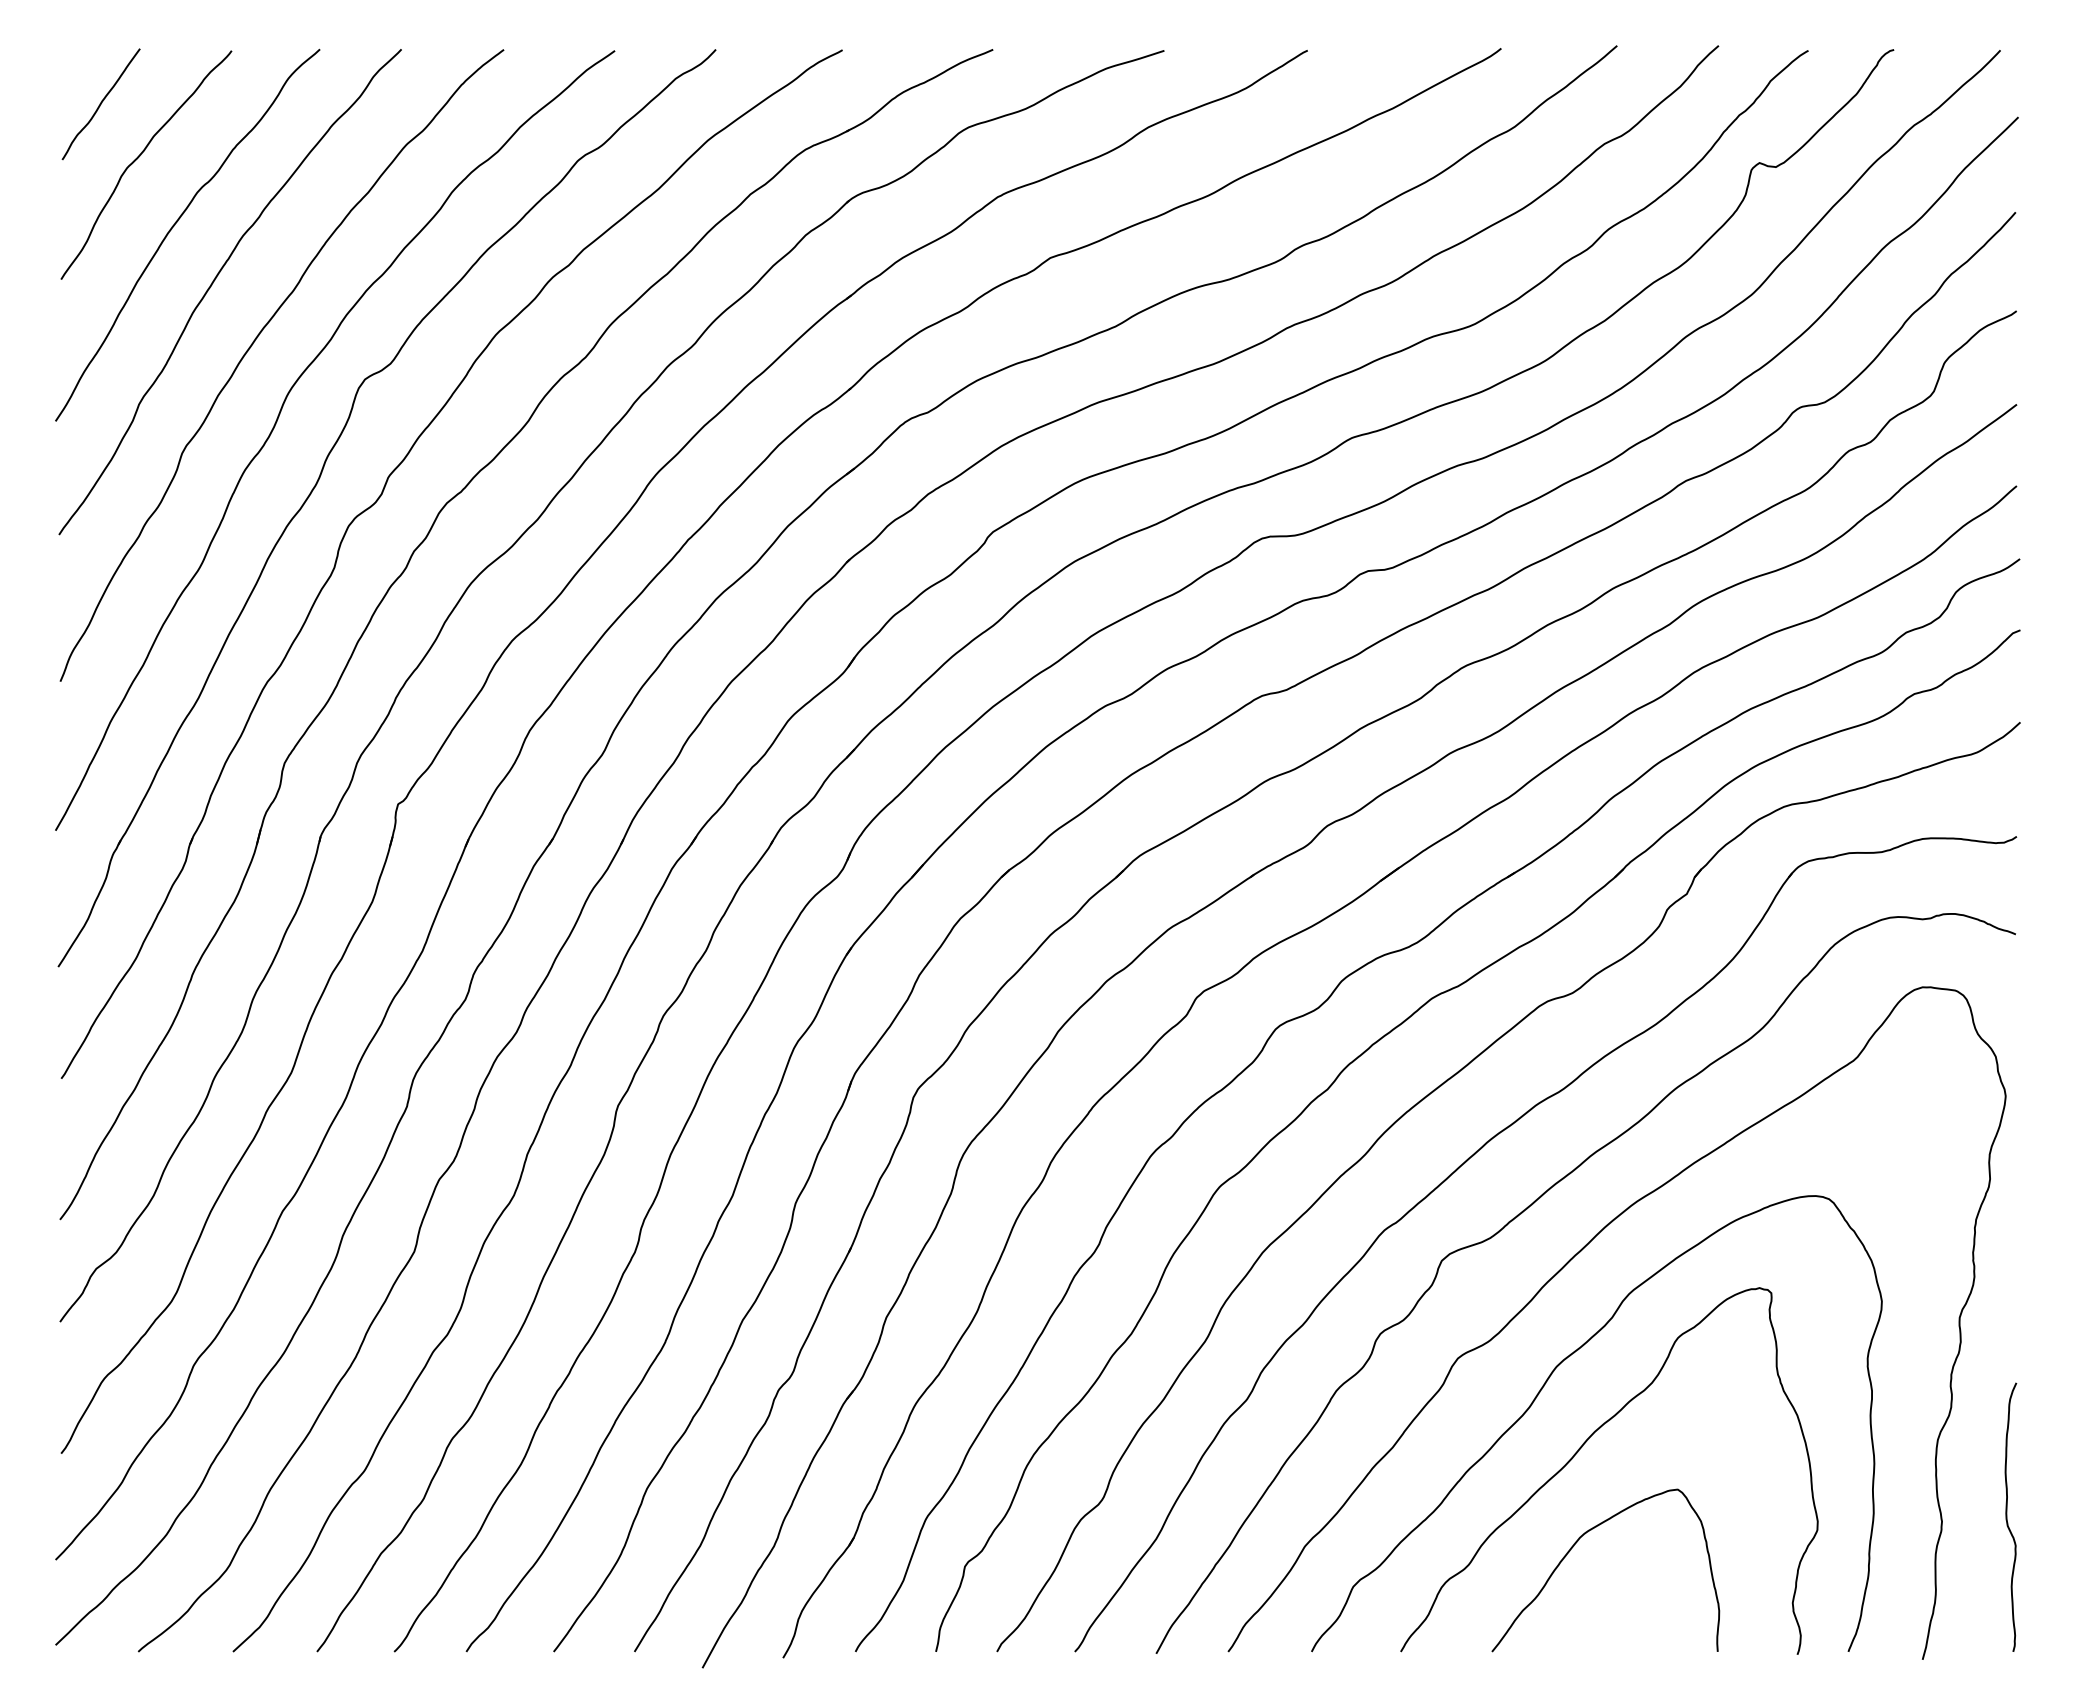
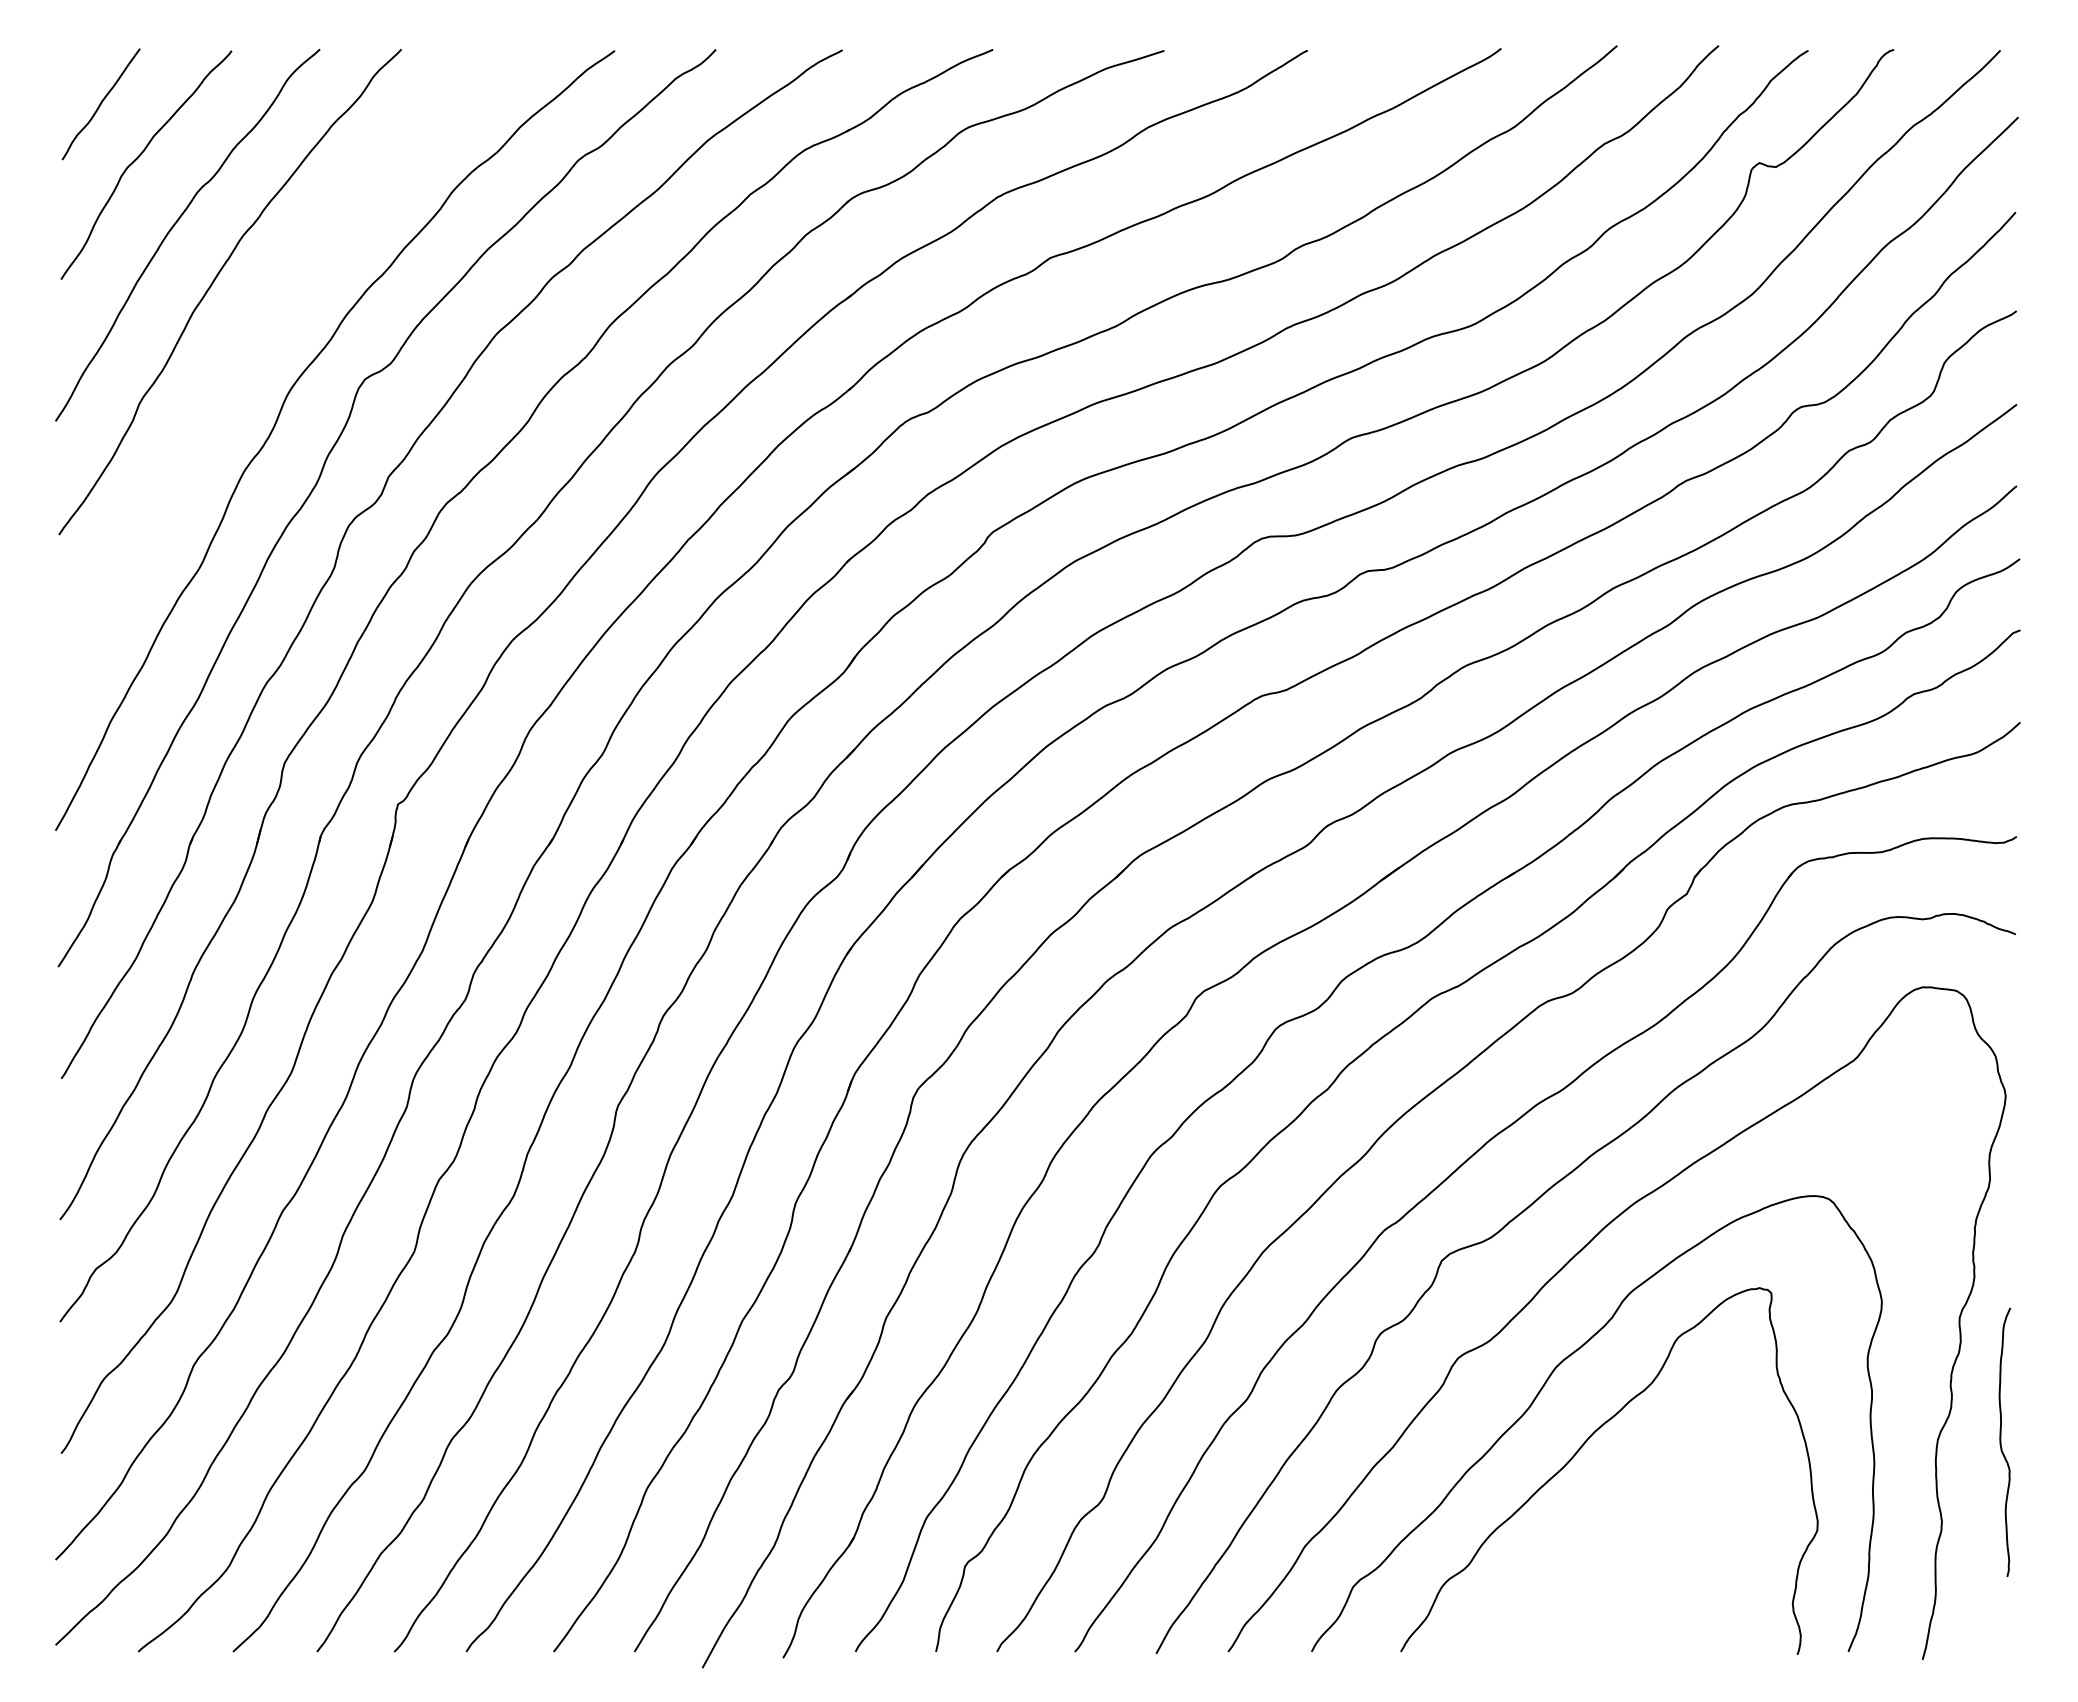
curve at (251, 347): present -> none
curve at (2007, 1516) position: (2007, 1516) -> (2001, 1441)
curve at (1573, 1547): present -> none
